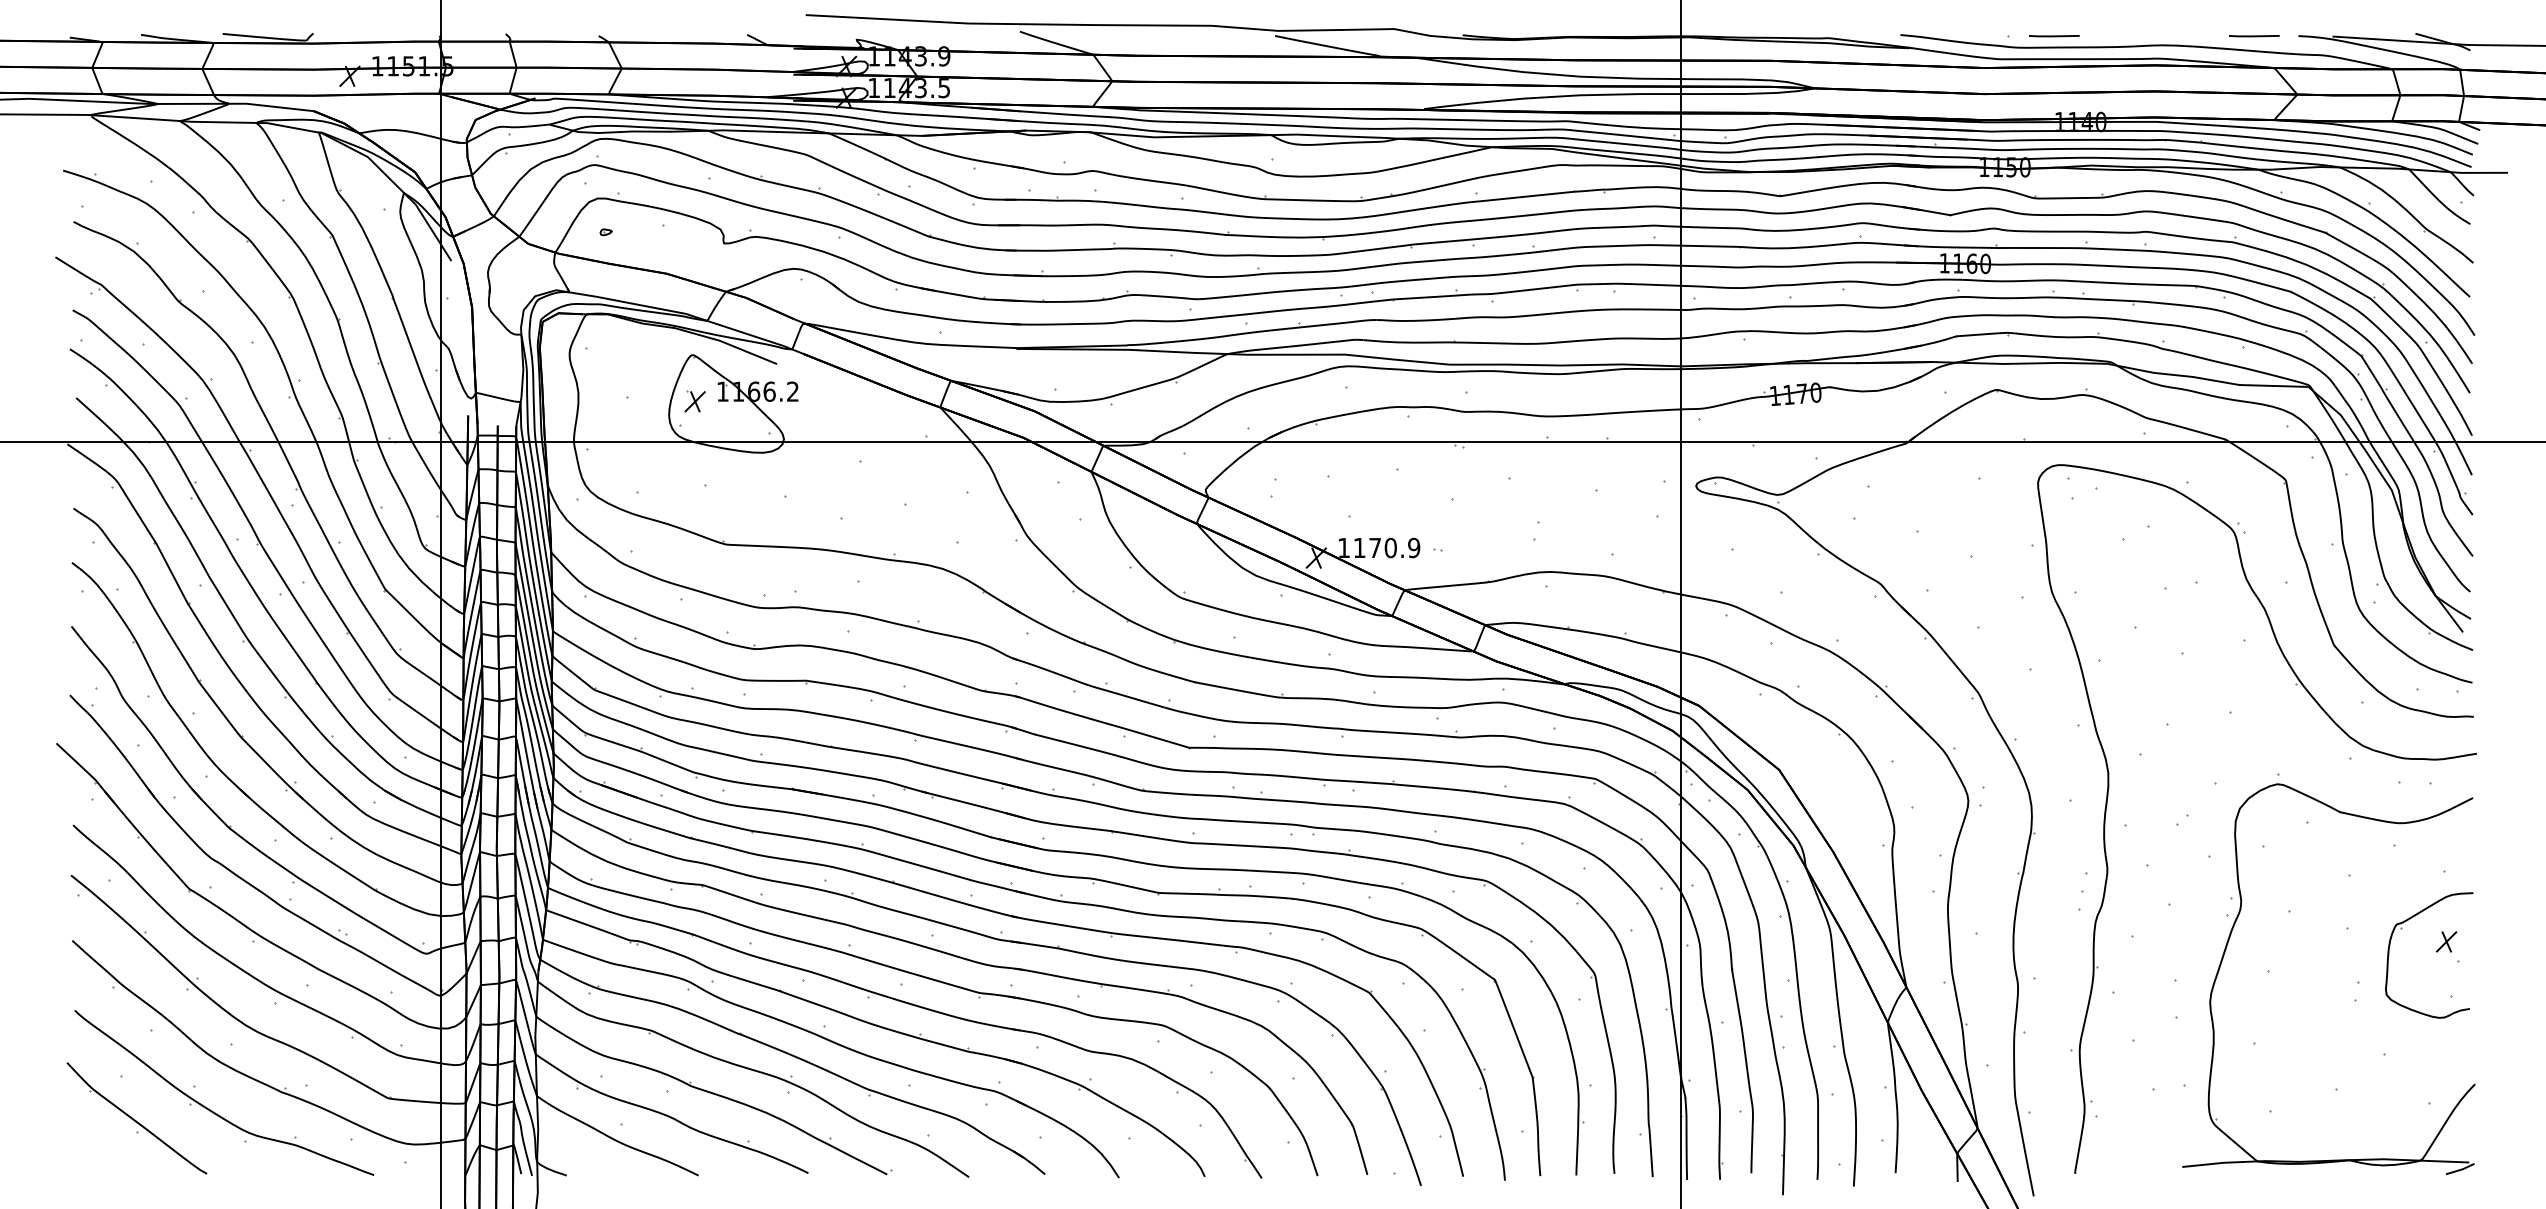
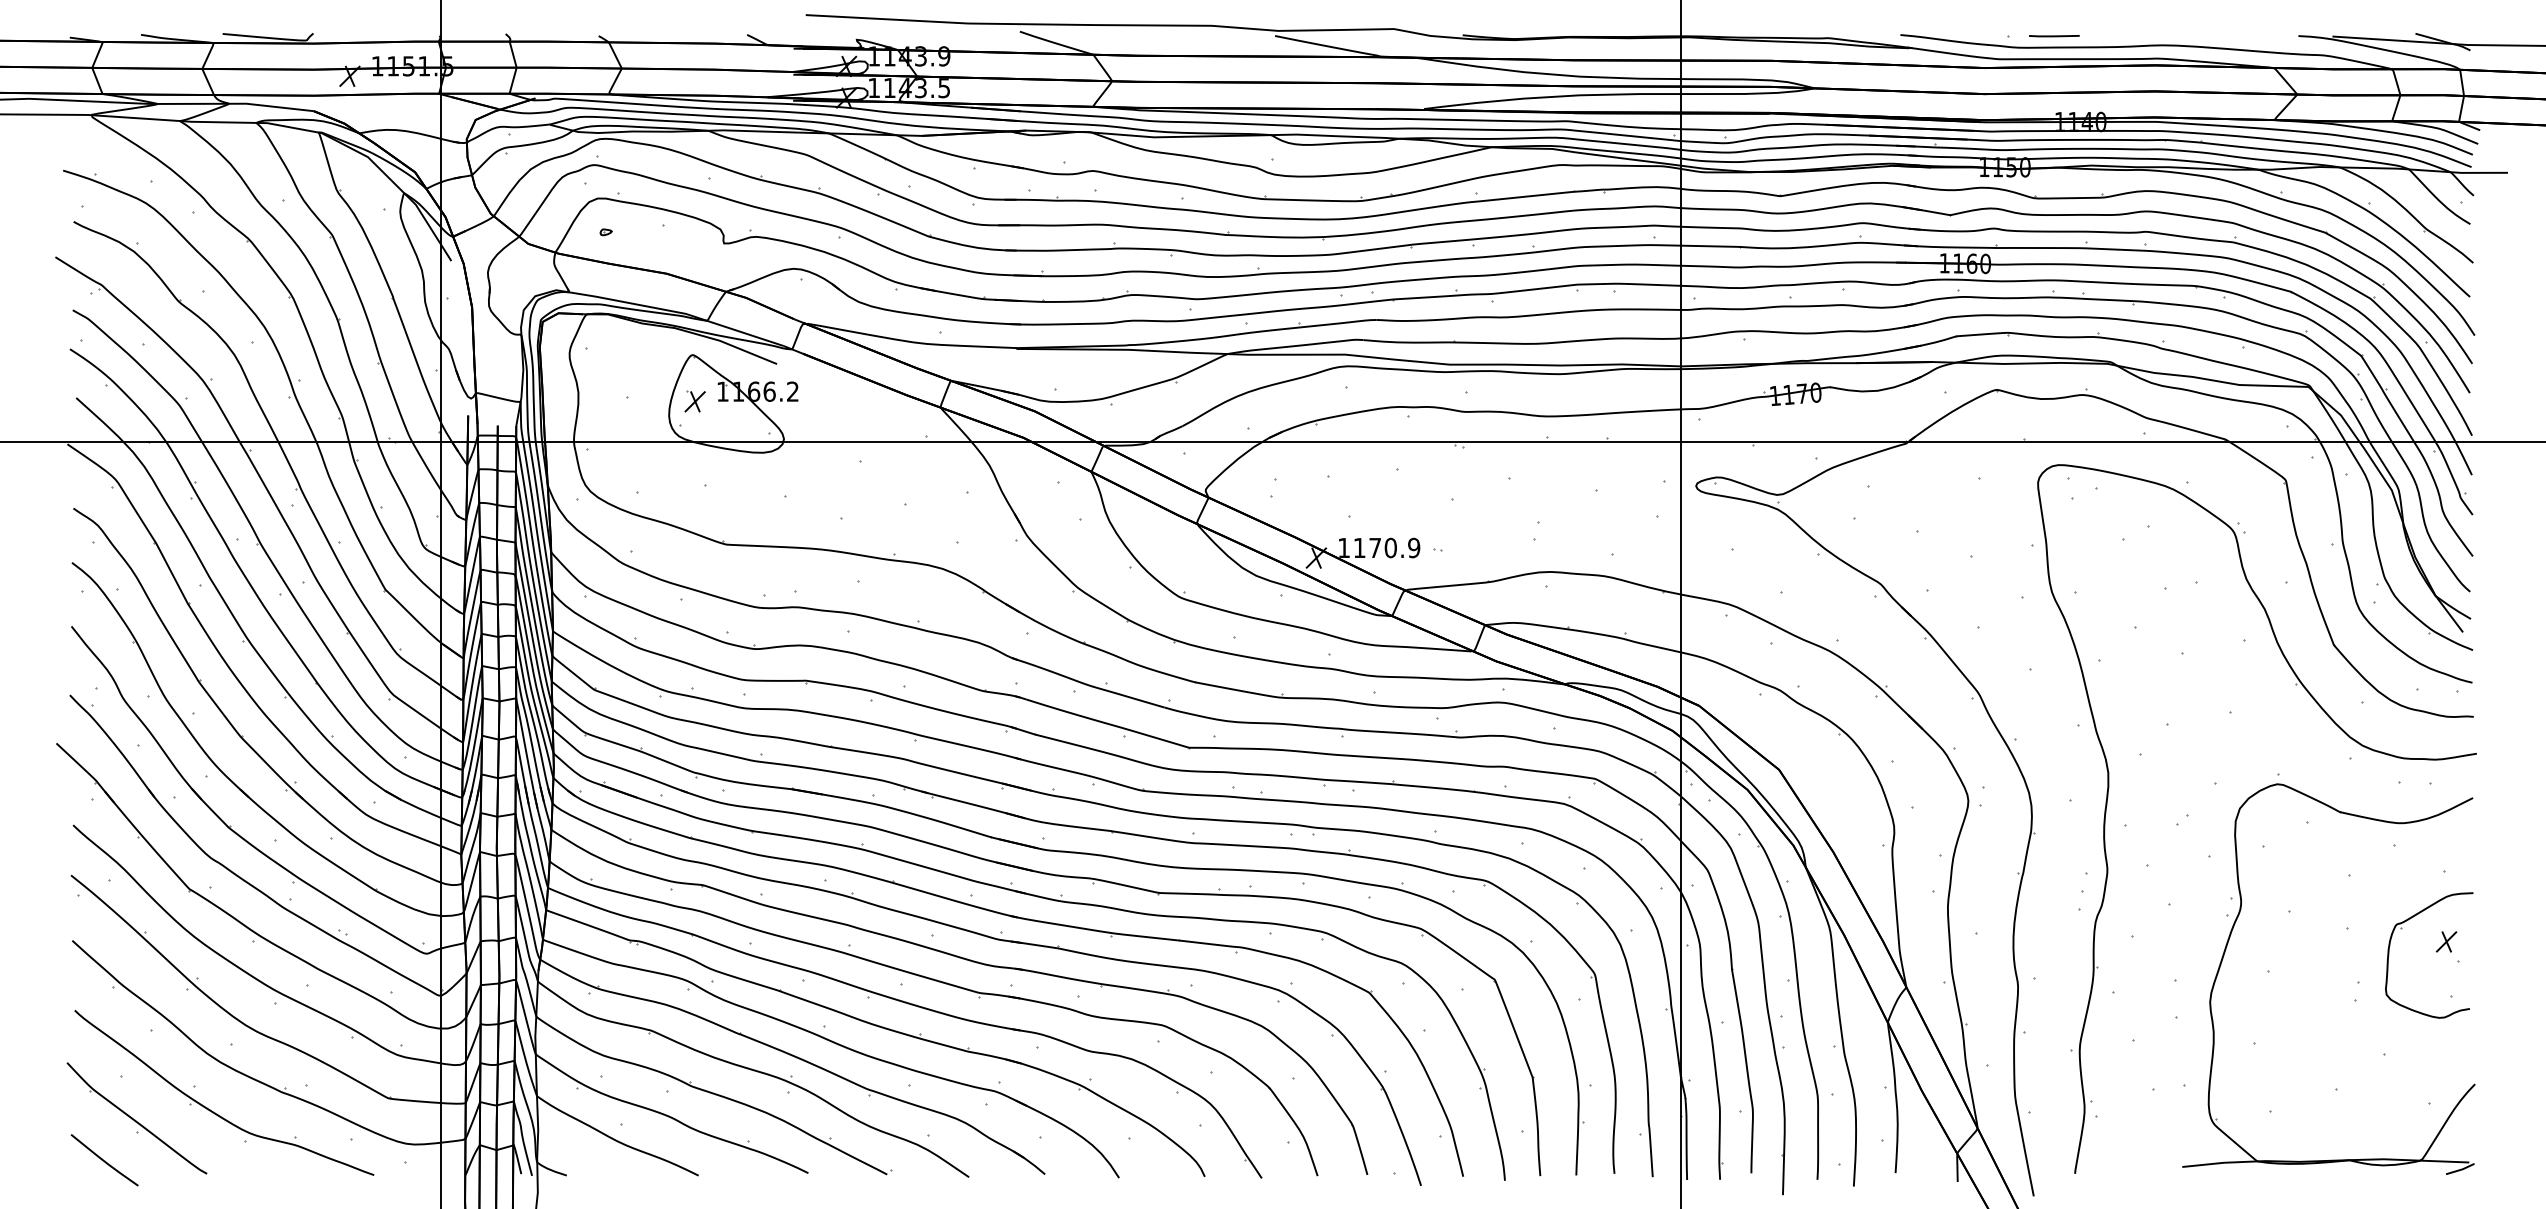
line at (2254, 36): present -> none
curve at (104, 1160): none -> present
